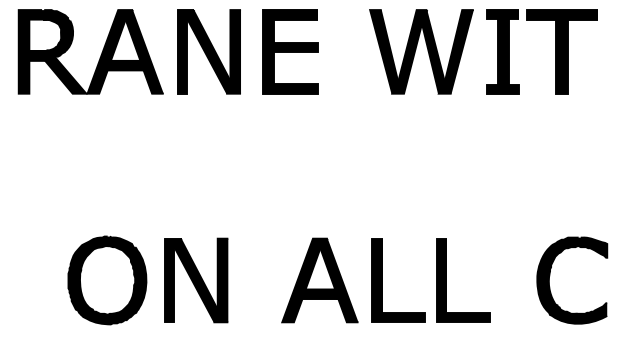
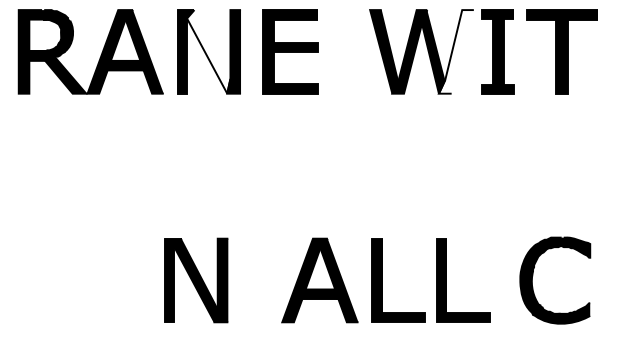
fill at (208, 51): present -> none
fill at (455, 51): present -> none
part at (502, 51) position: (502, 51) -> (497, 51)
part at (550, 275) position: (550, 275) -> (533, 275)
part at (107, 280): present -> none
